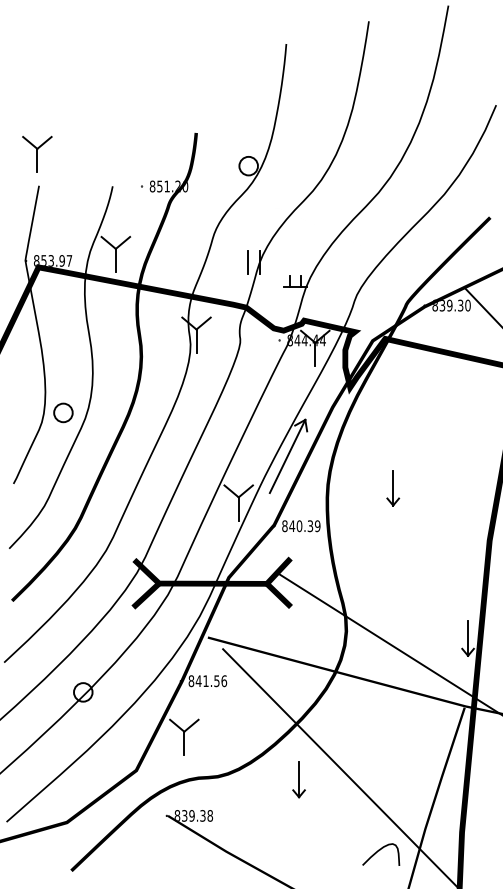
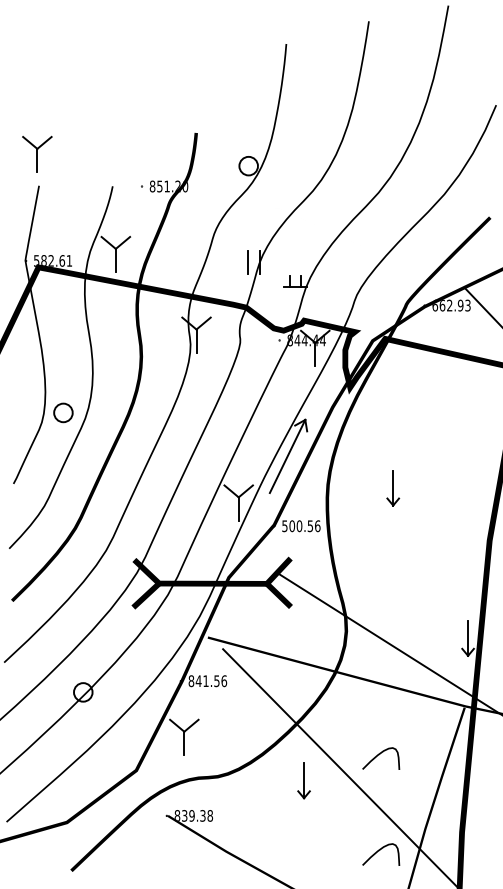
text at (52, 260): 853.97 -> 582.61
text at (451, 305): 839.30 -> 662.93
text at (301, 526): 840.39 -> 500.56
curve at (379, 755): none -> present
part at (298, 779) position: (298, 779) -> (303, 780)
